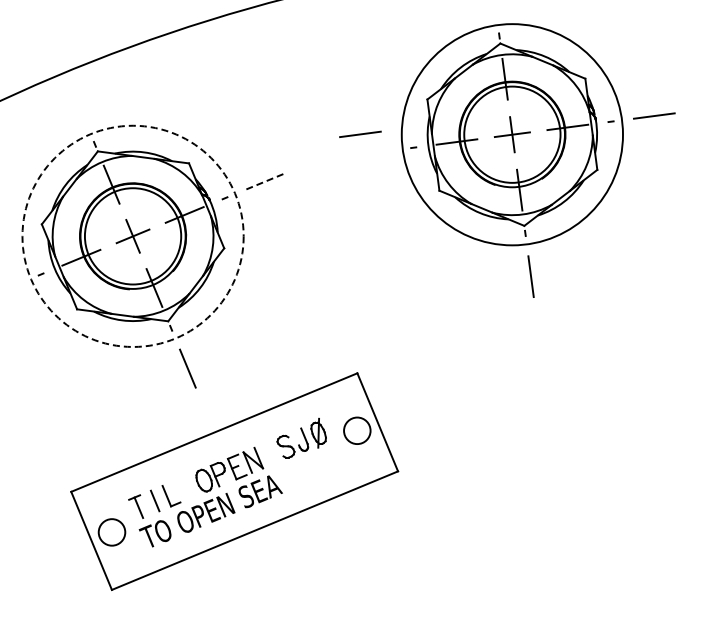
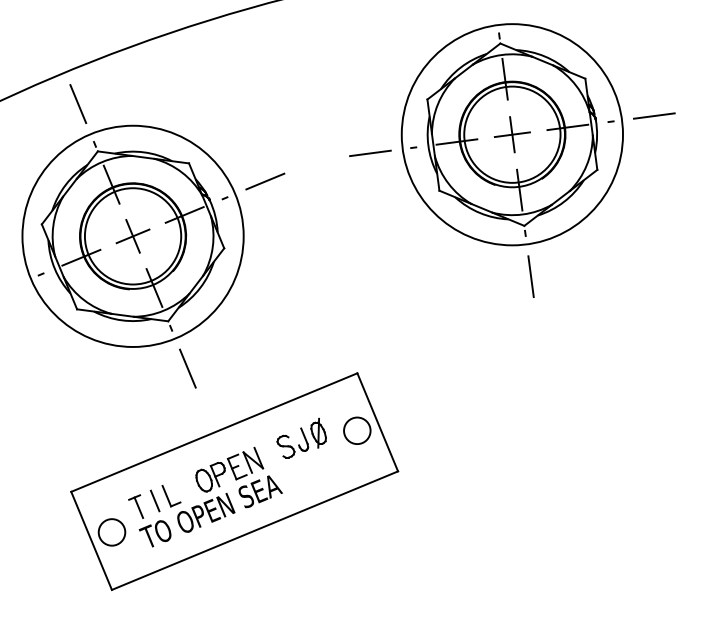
line at (78, 104): none -> present
line at (360, 133) position: (360, 133) -> (370, 152)
line at (265, 181): dashed -> solid
circle at (132, 235): dashed -> solid
